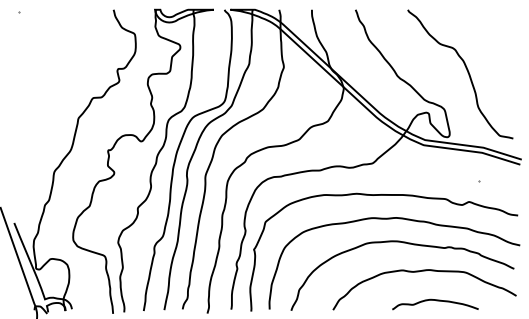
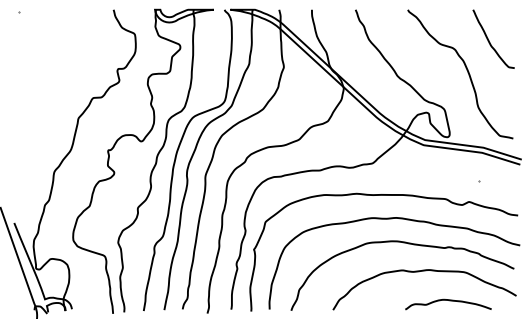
curve at (489, 40): none -> present
curve at (436, 301) position: (436, 301) -> (449, 301)
